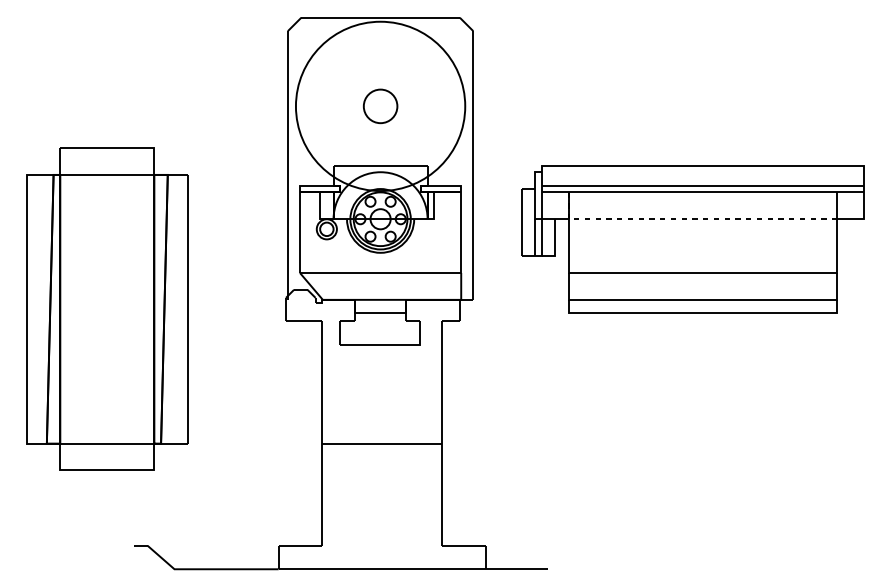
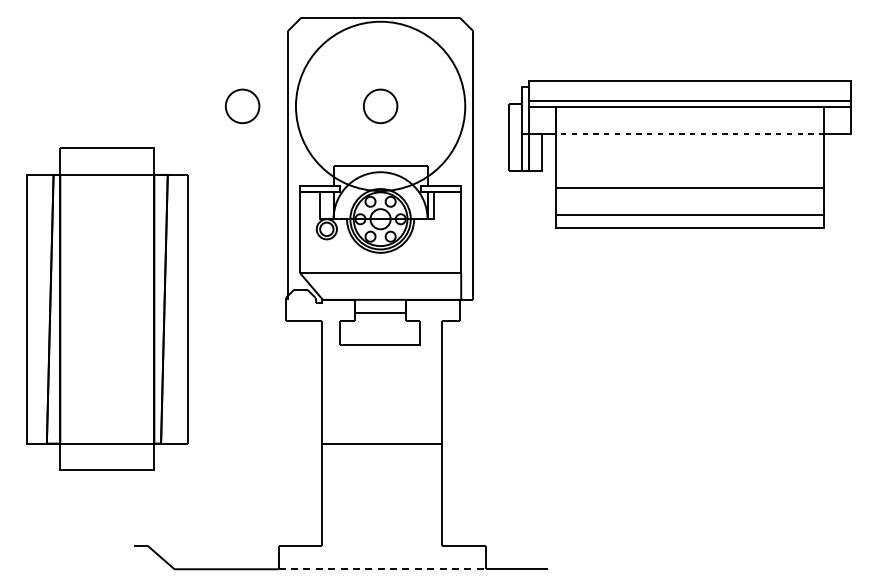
circle at (242, 106): none -> present
part at (692, 239) position: (692, 239) -> (679, 154)
line at (382, 569): solid -> dashed
